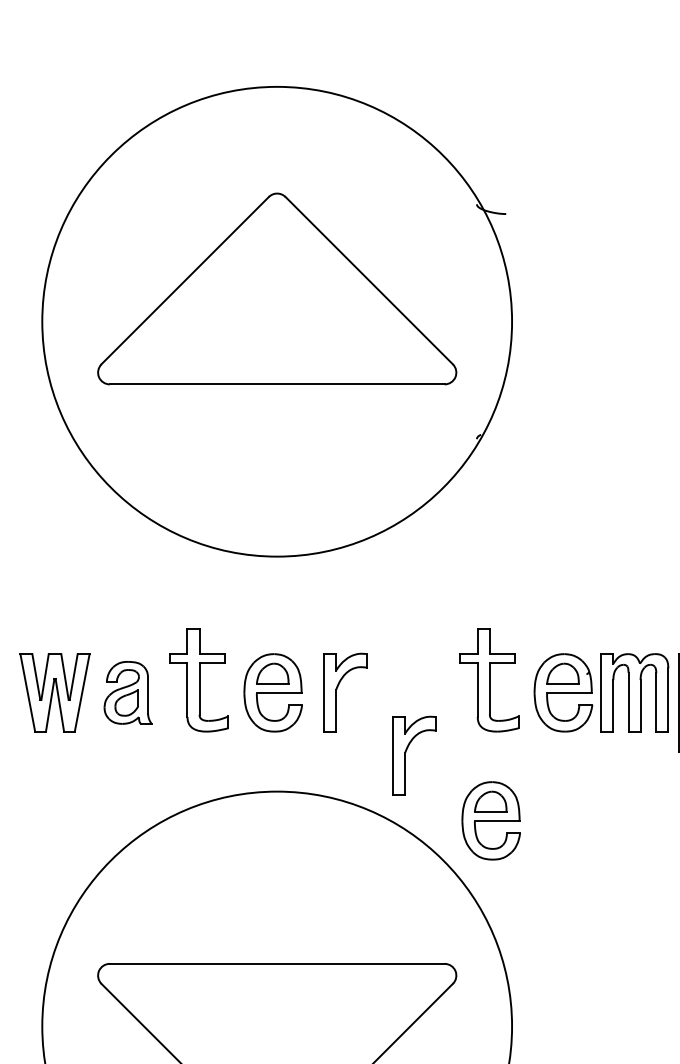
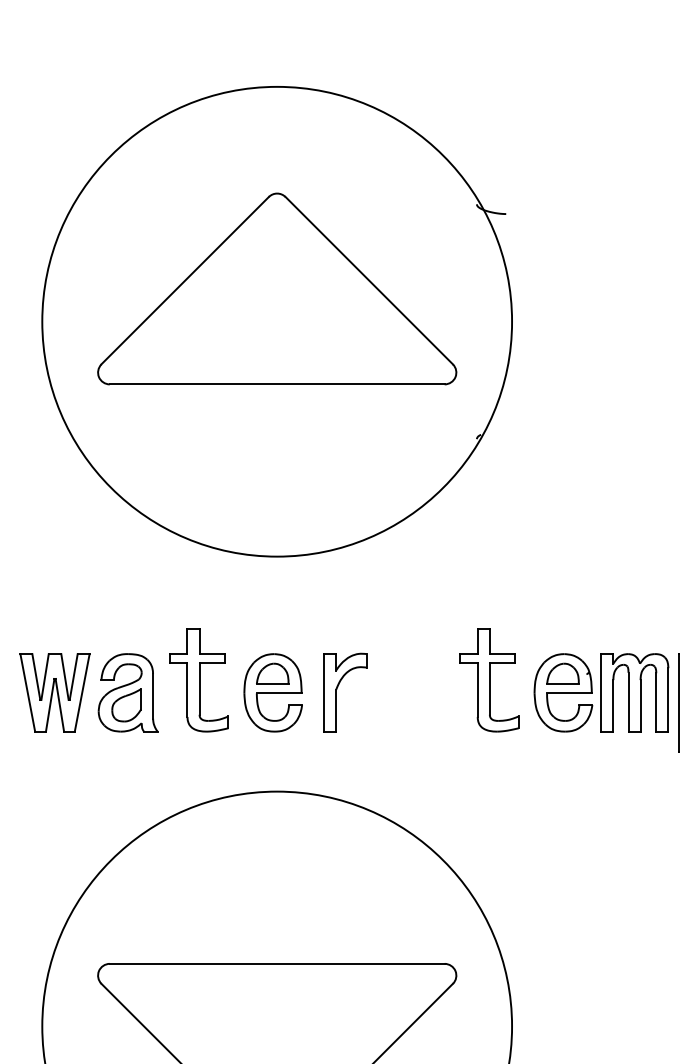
part at (127, 692) size: 50x64 px -> 62x80 px
part at (406, 752): present -> none
part at (490, 820): present -> none
